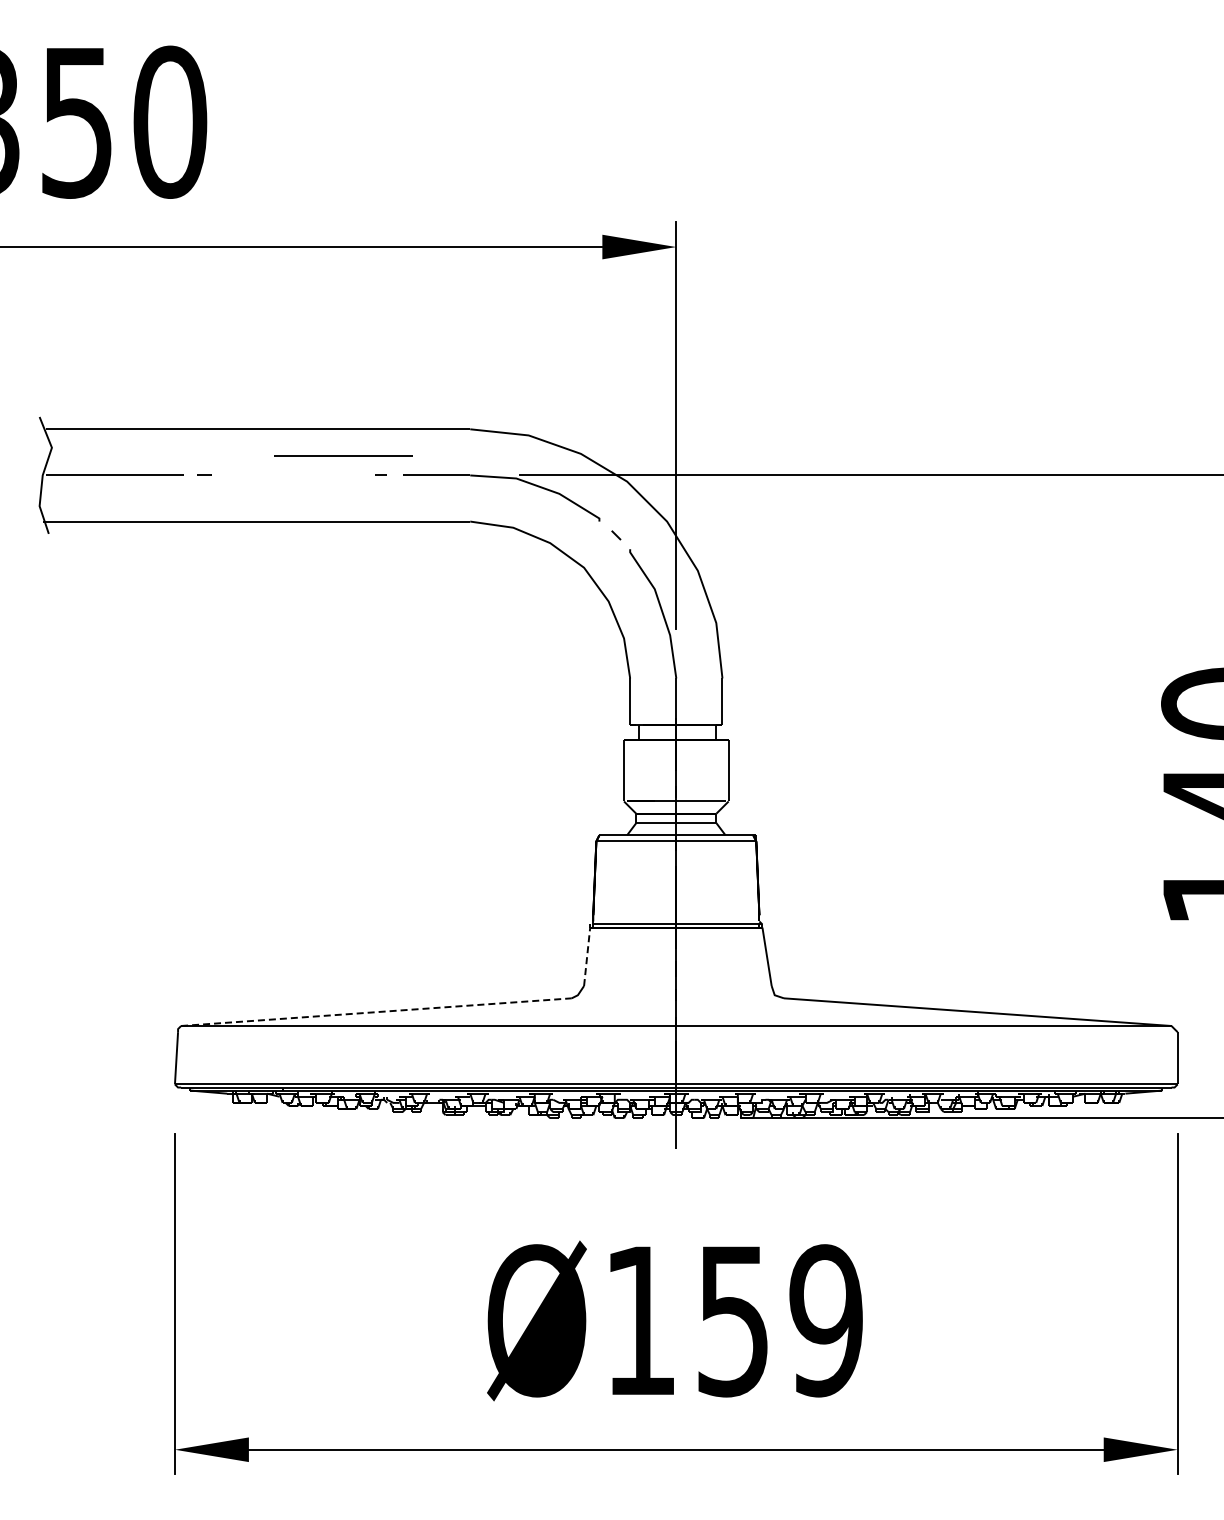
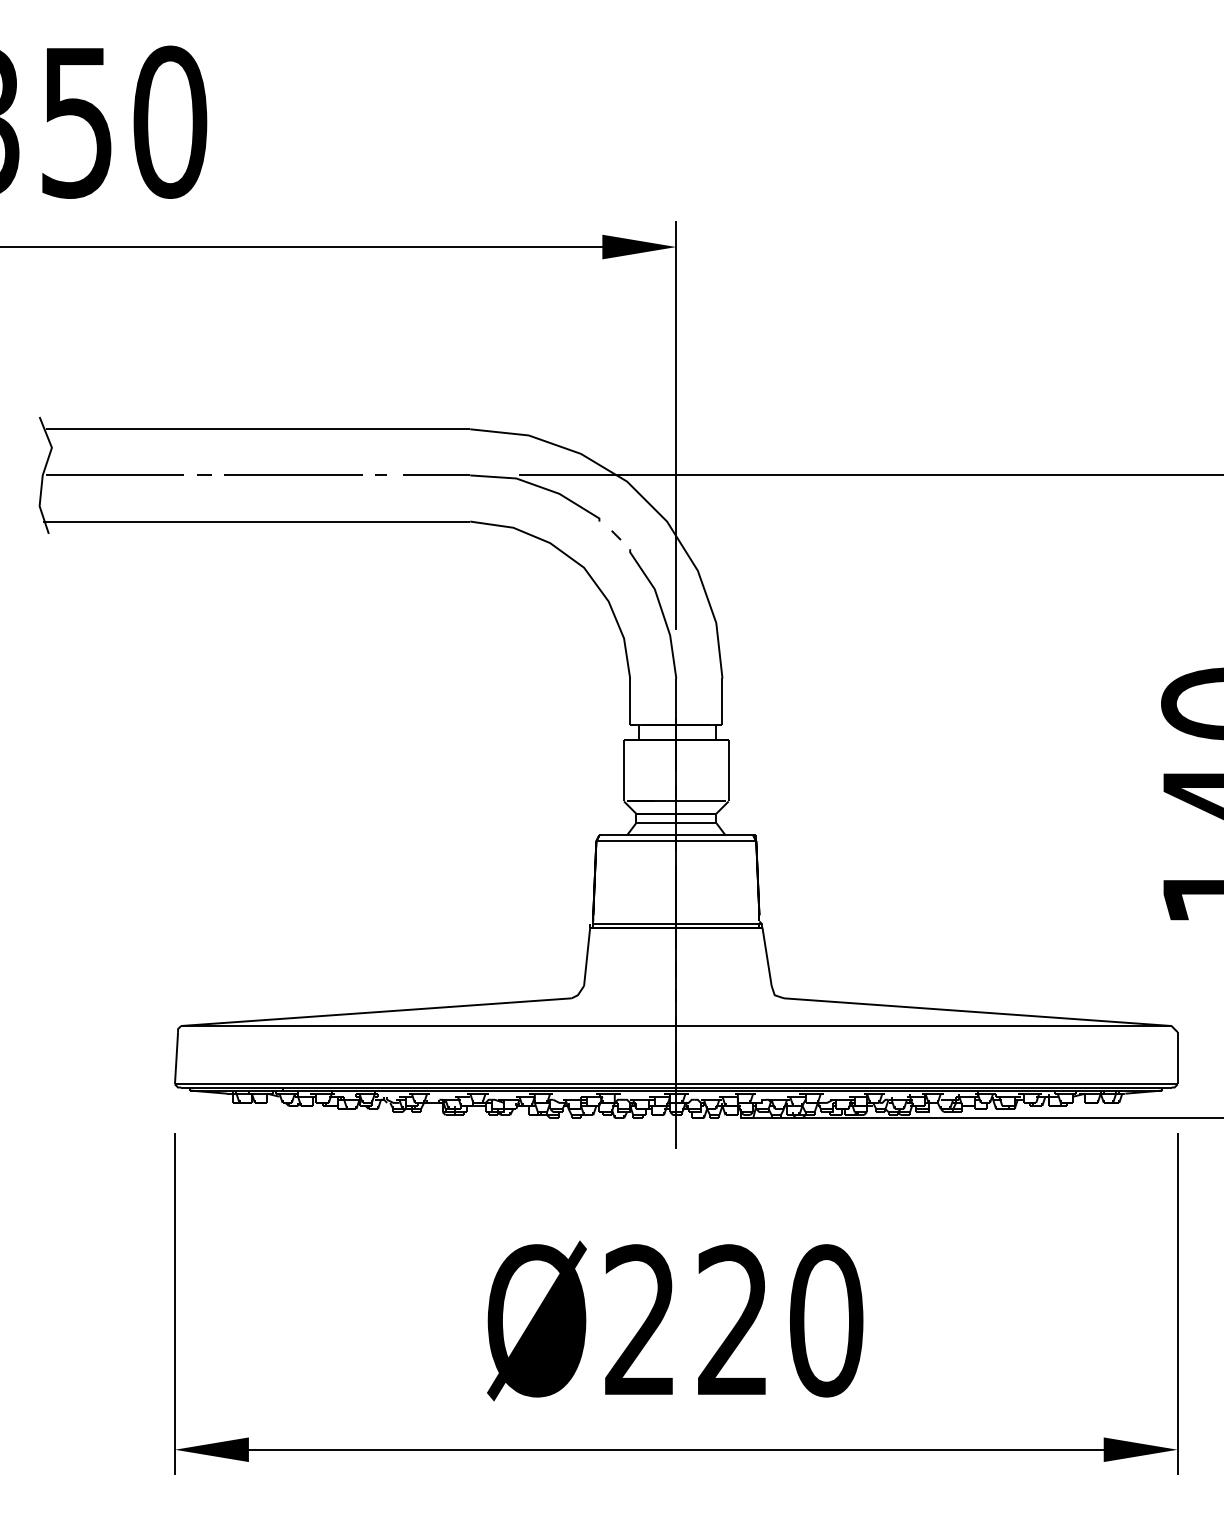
line at (343, 455) position: (343, 455) -> (293, 474)
line at (587, 956): dashed -> solid
line at (376, 1012): dashed -> solid
text at (734, 1320): Ø159 -> Ø220
